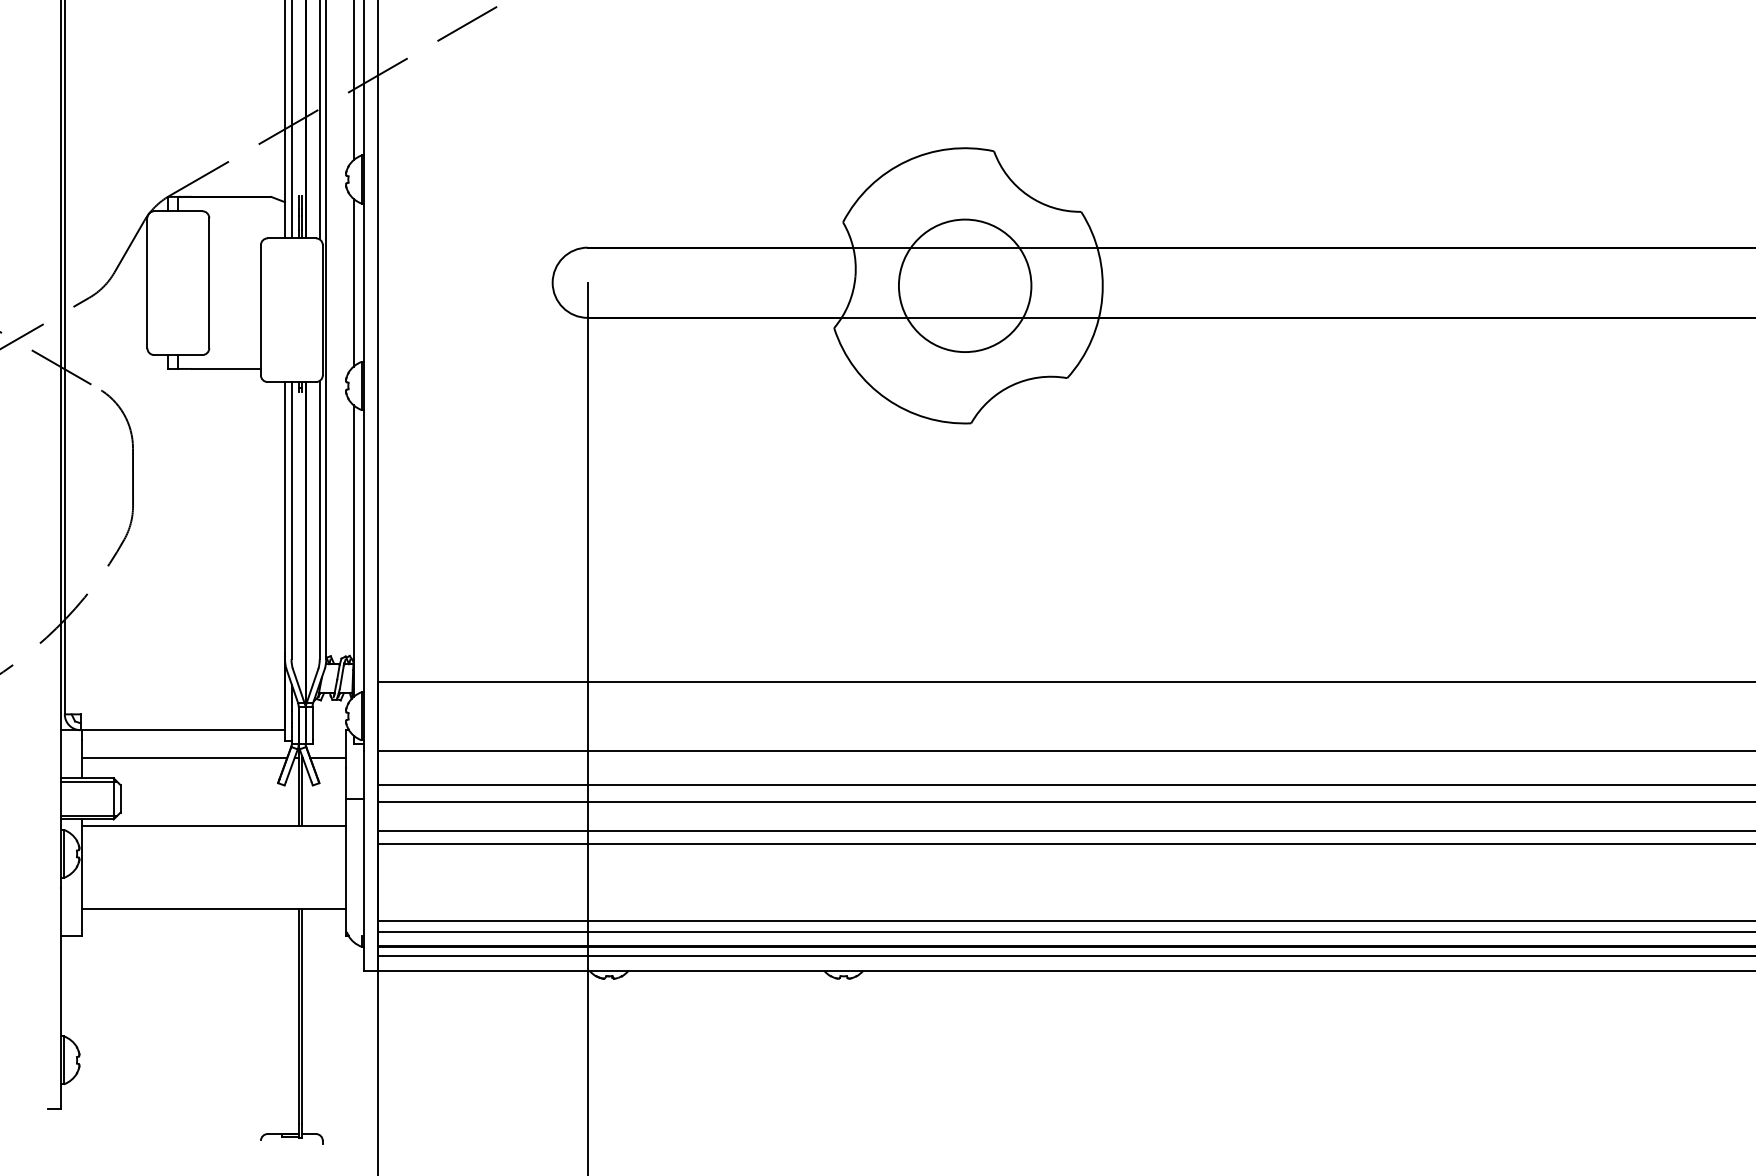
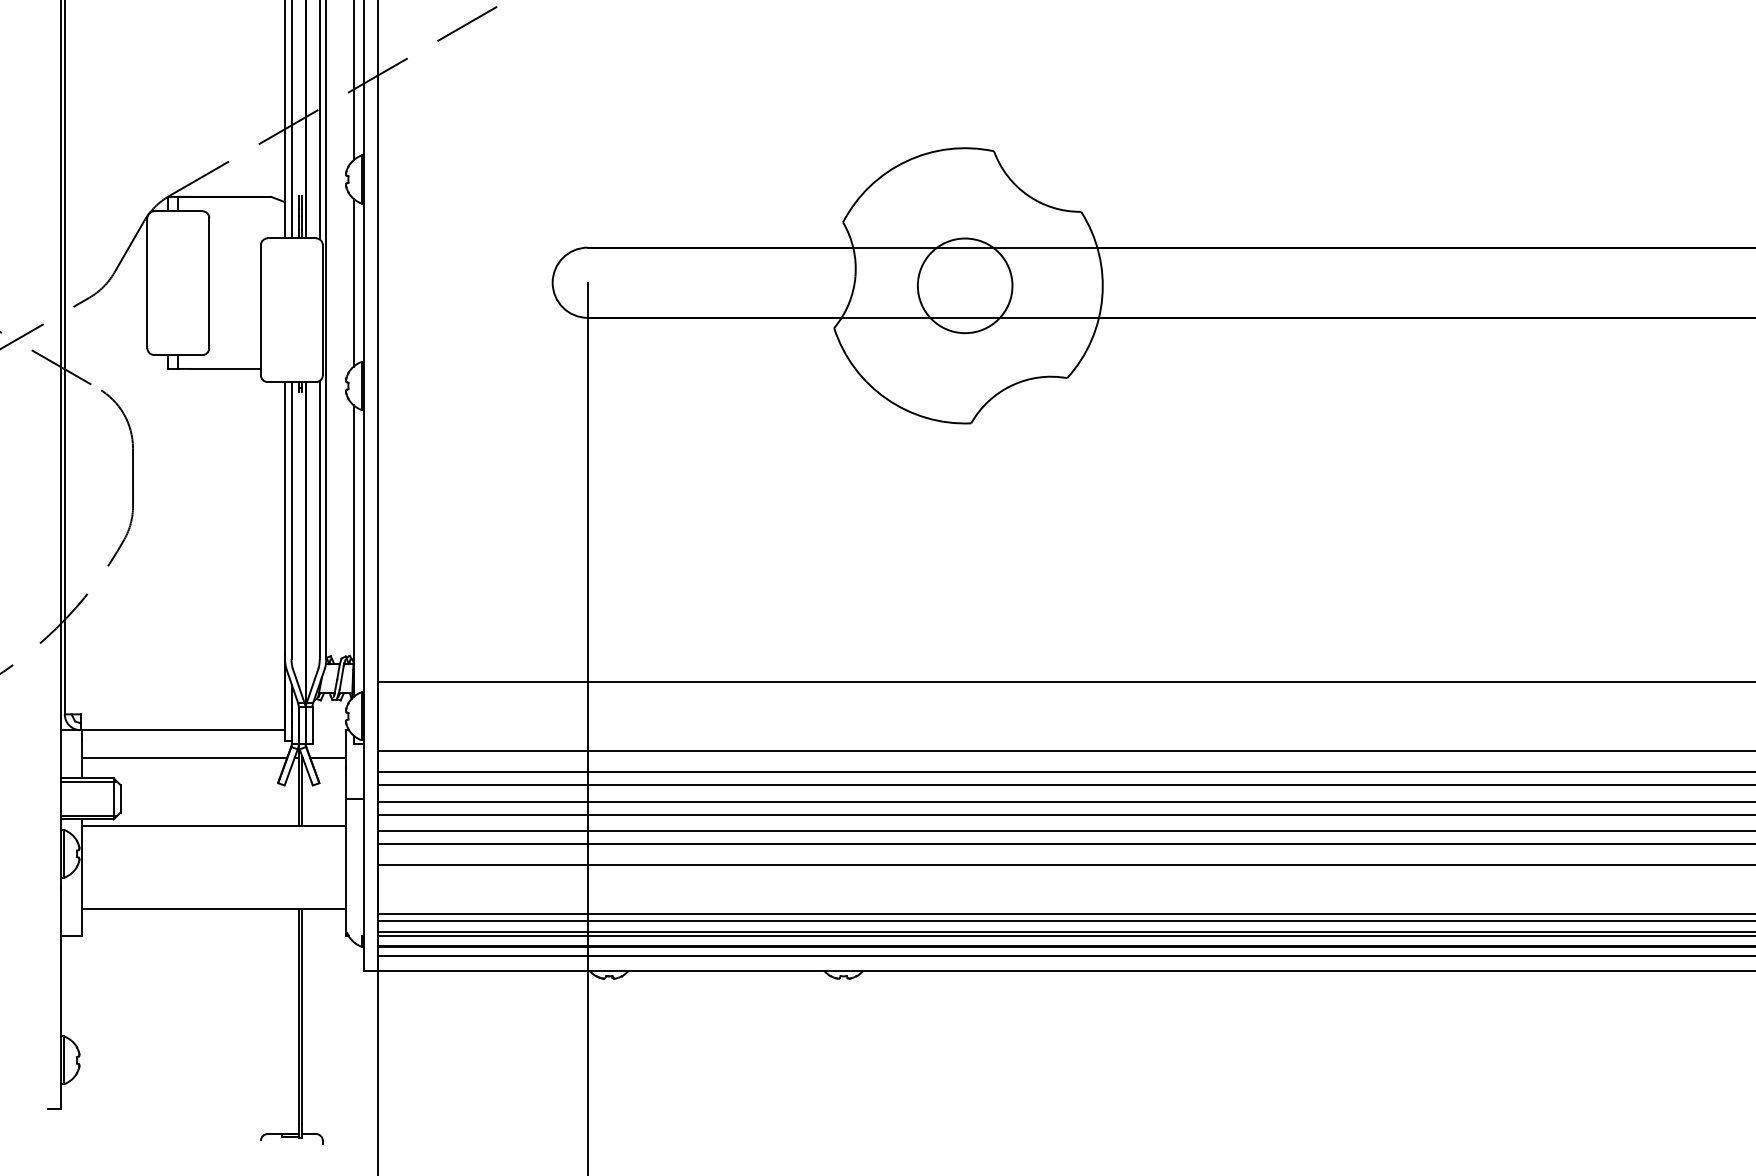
circle at (964, 285) diameter: 132 px -> 95 px
line at (1064, 771): none -> present
line at (1064, 815): none -> present
line at (1064, 865): none -> present
line at (1064, 914): none -> present
line at (1064, 936): none -> present
